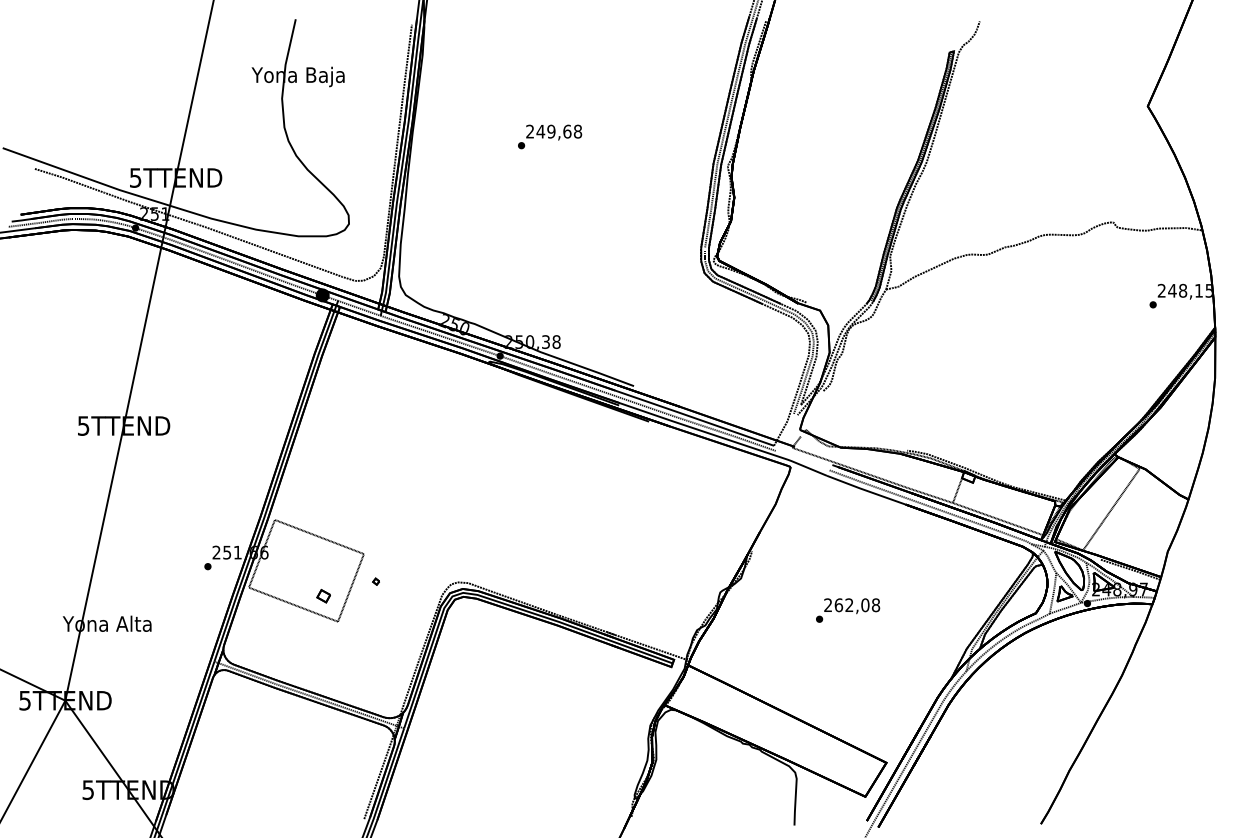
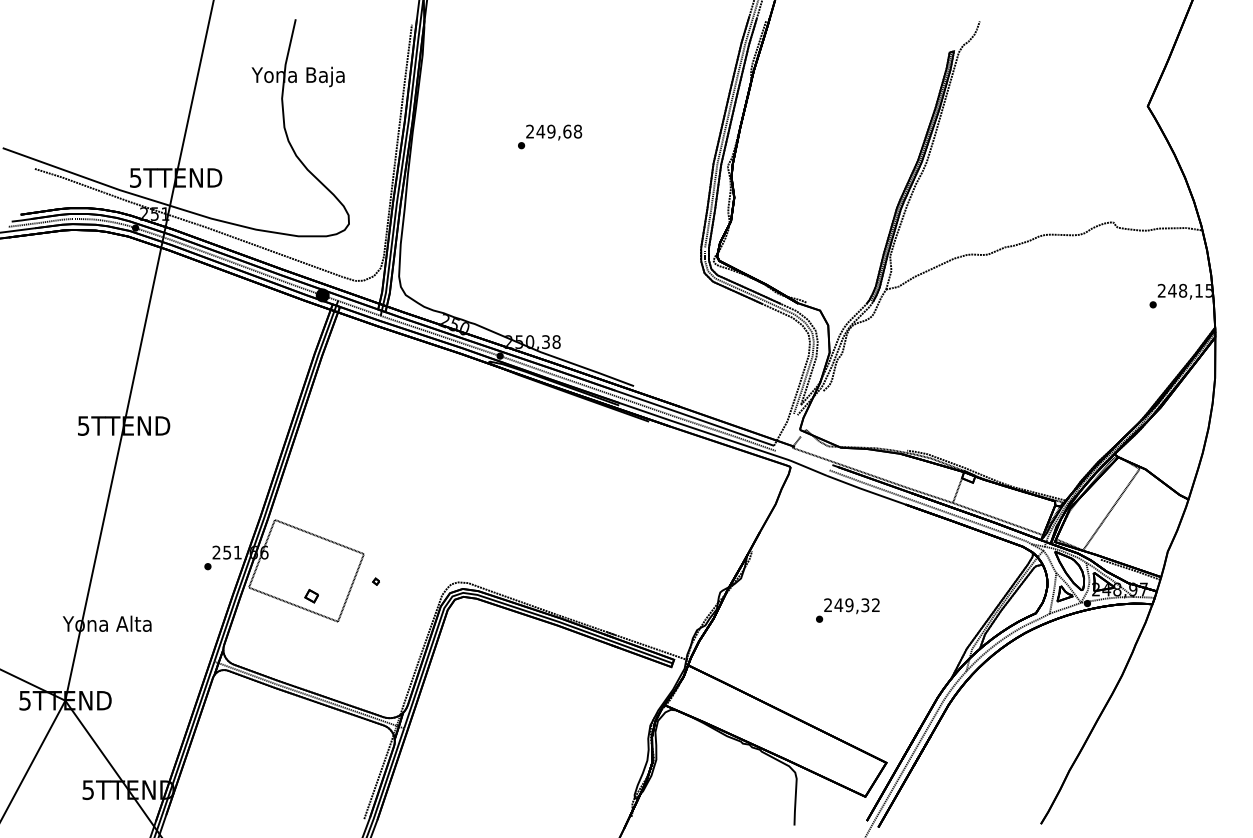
part at (323, 596) position: (323, 596) -> (311, 596)
text at (857, 605): 262,08 -> 249,32
